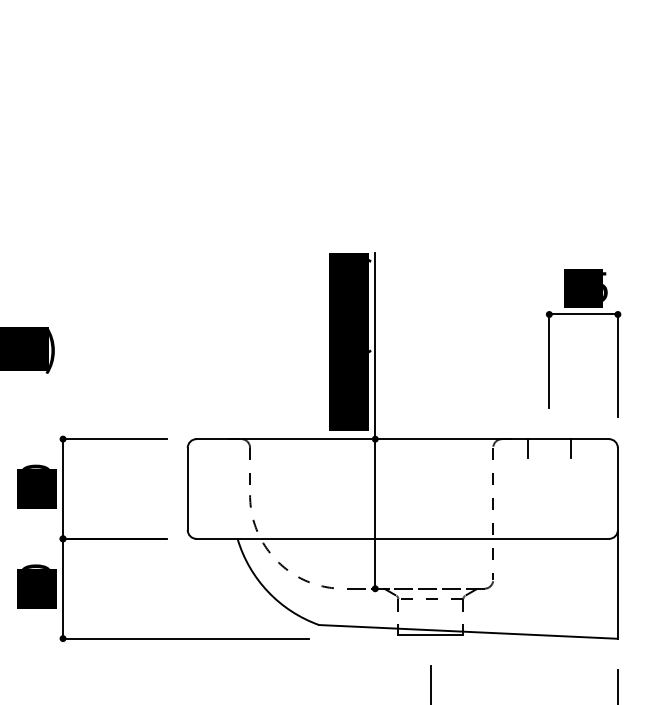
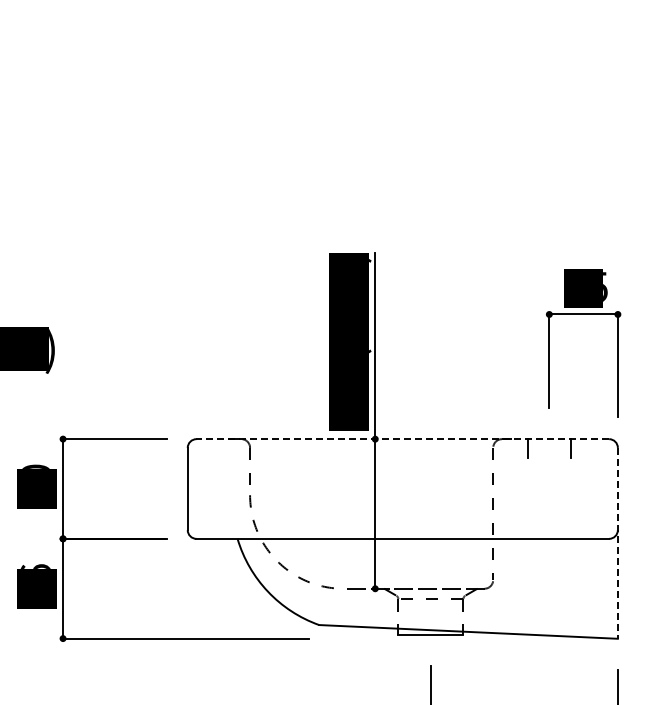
line at (402, 439): solid -> dashed
line at (617, 543): solid -> dashed
text at (35, 566): 80 -> 86
